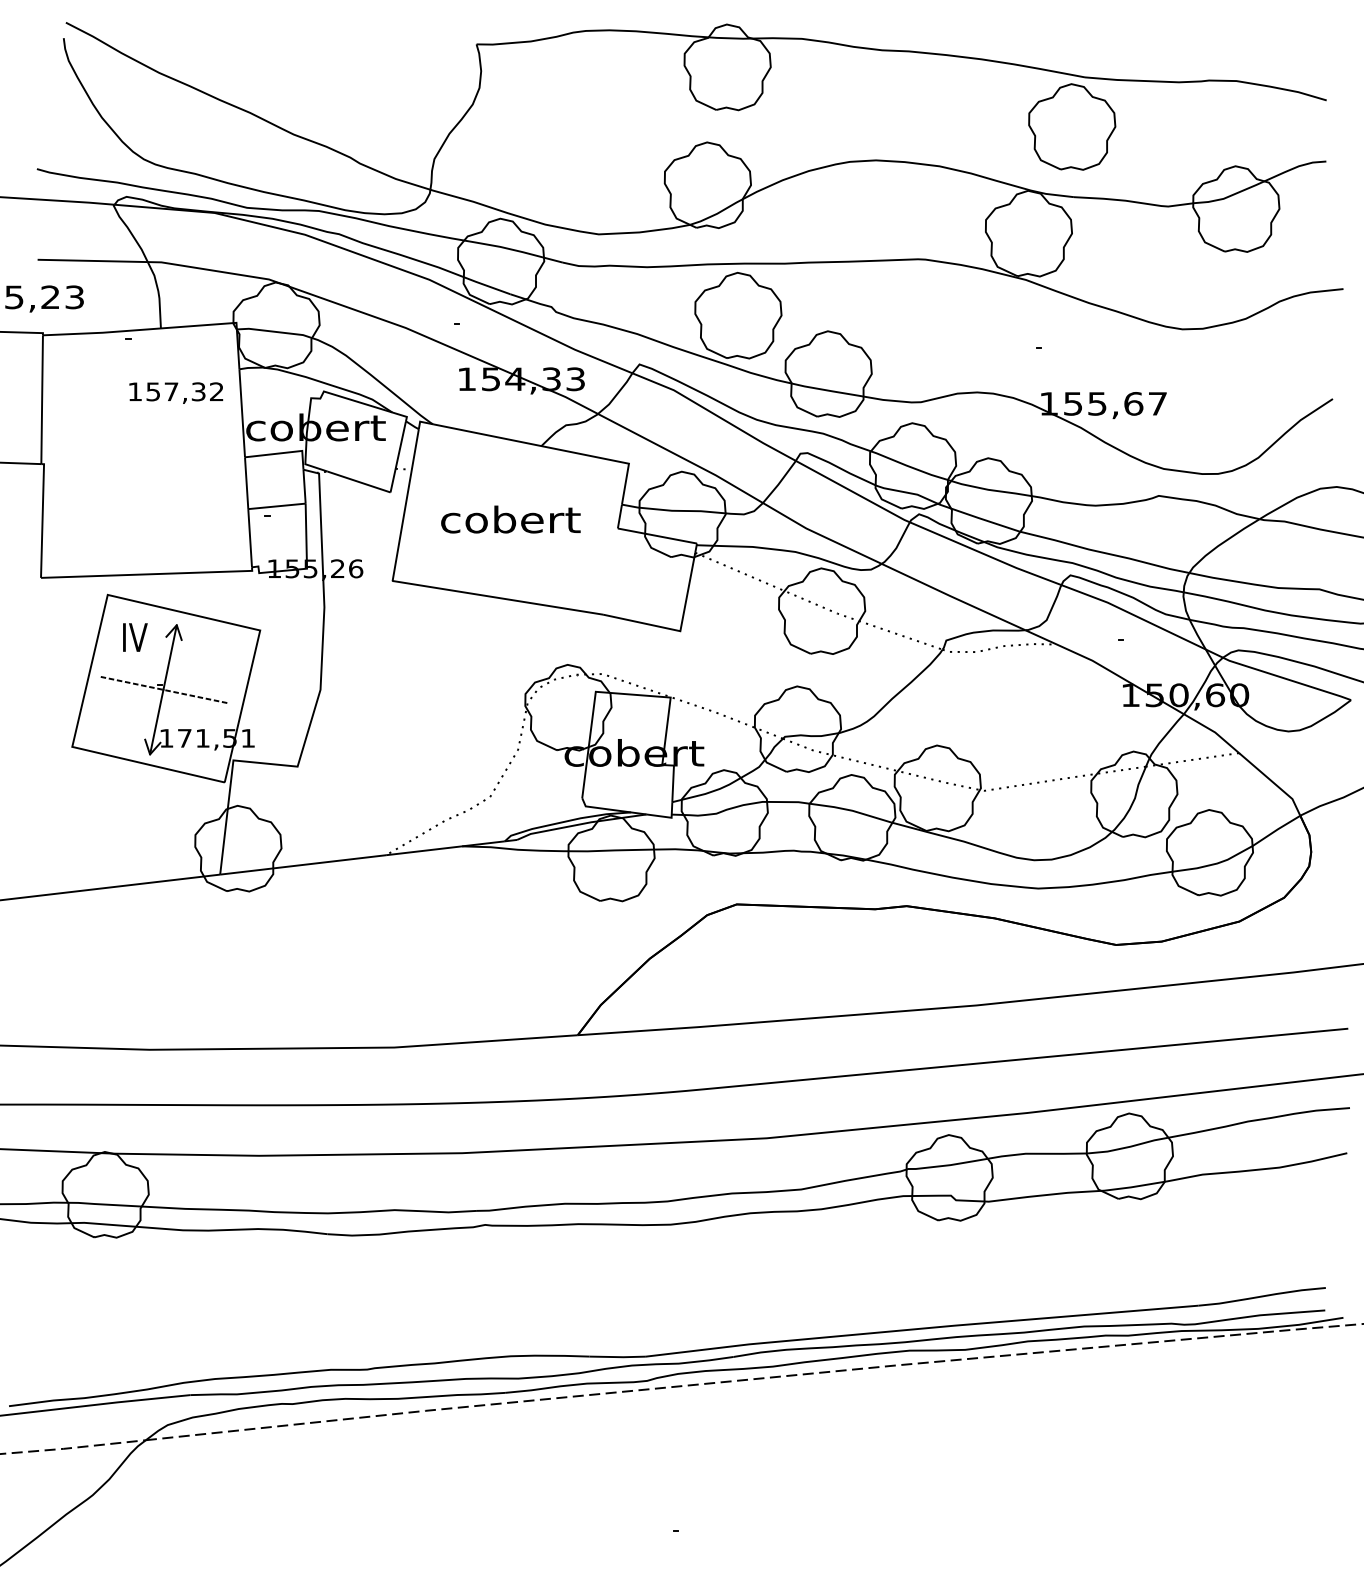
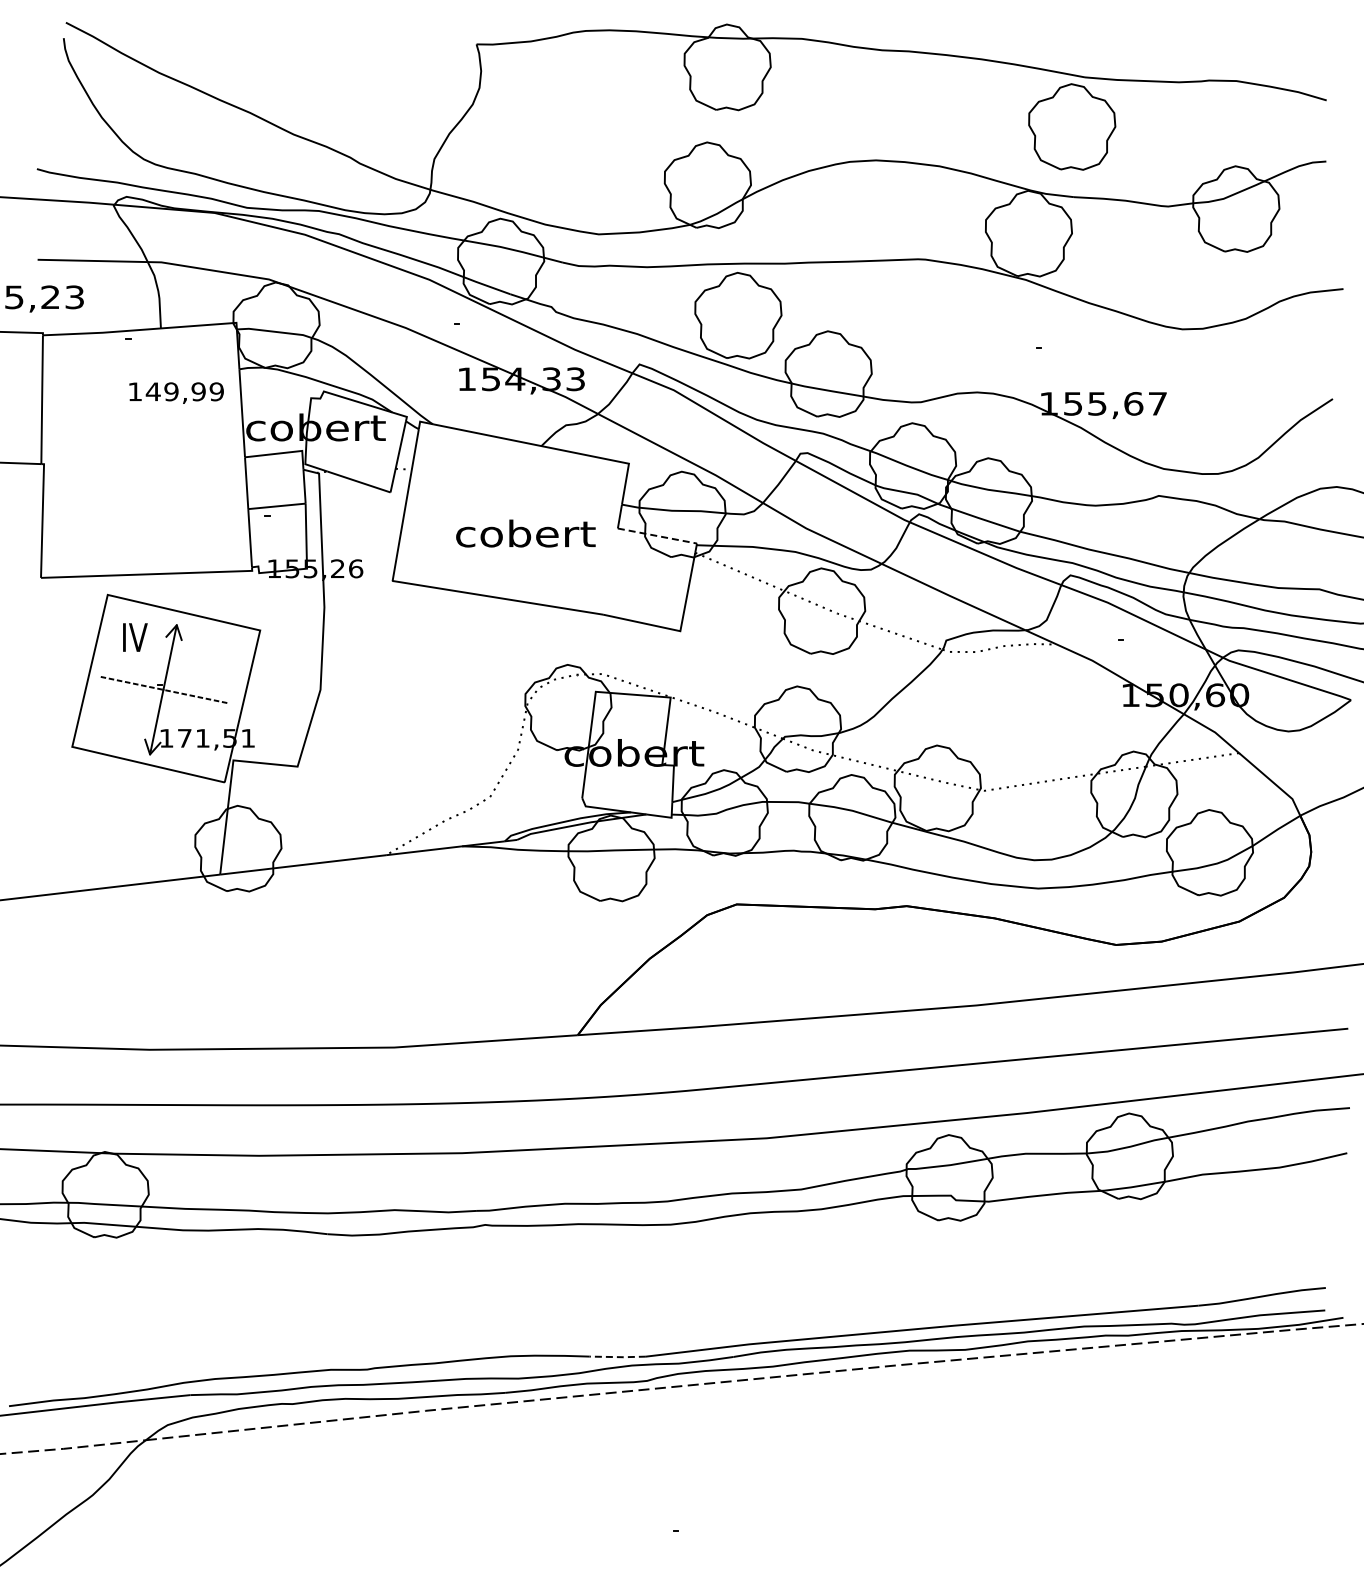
text at (184, 391): 157,32 -> 149,99
text at (510, 519) position: (510, 519) -> (525, 533)
line at (657, 536): solid -> dashed
line at (618, 1357): solid -> dashed
